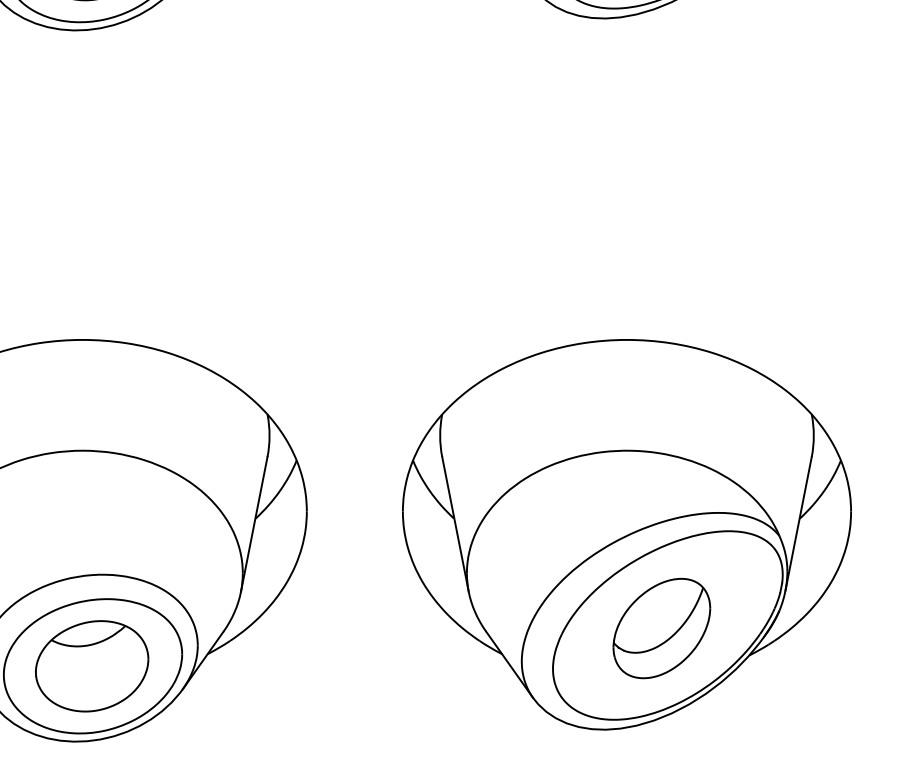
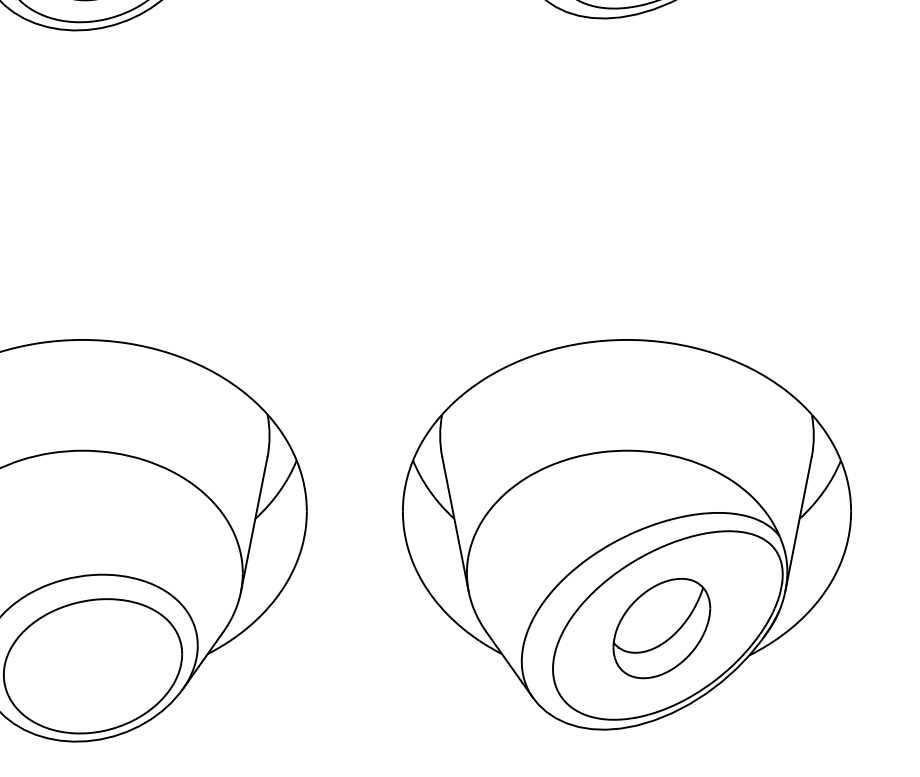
part at (92, 666): present -> none
